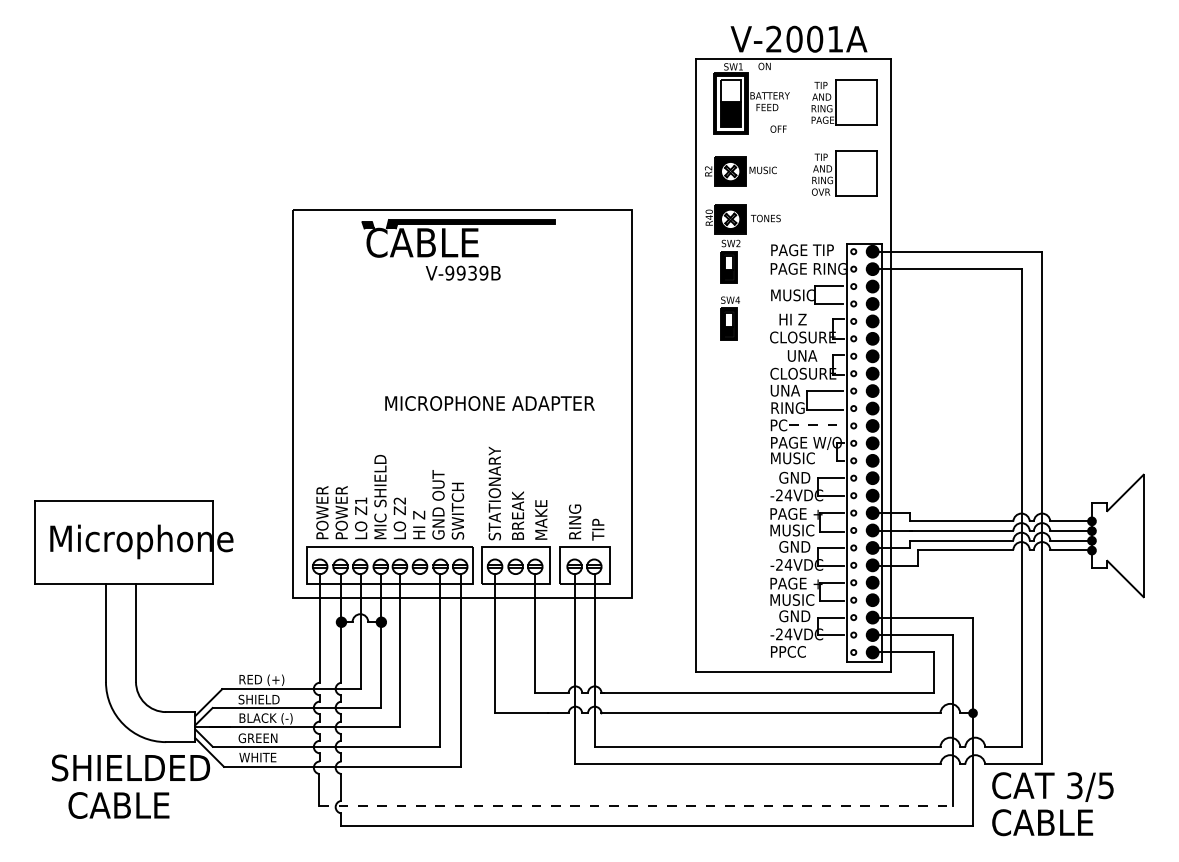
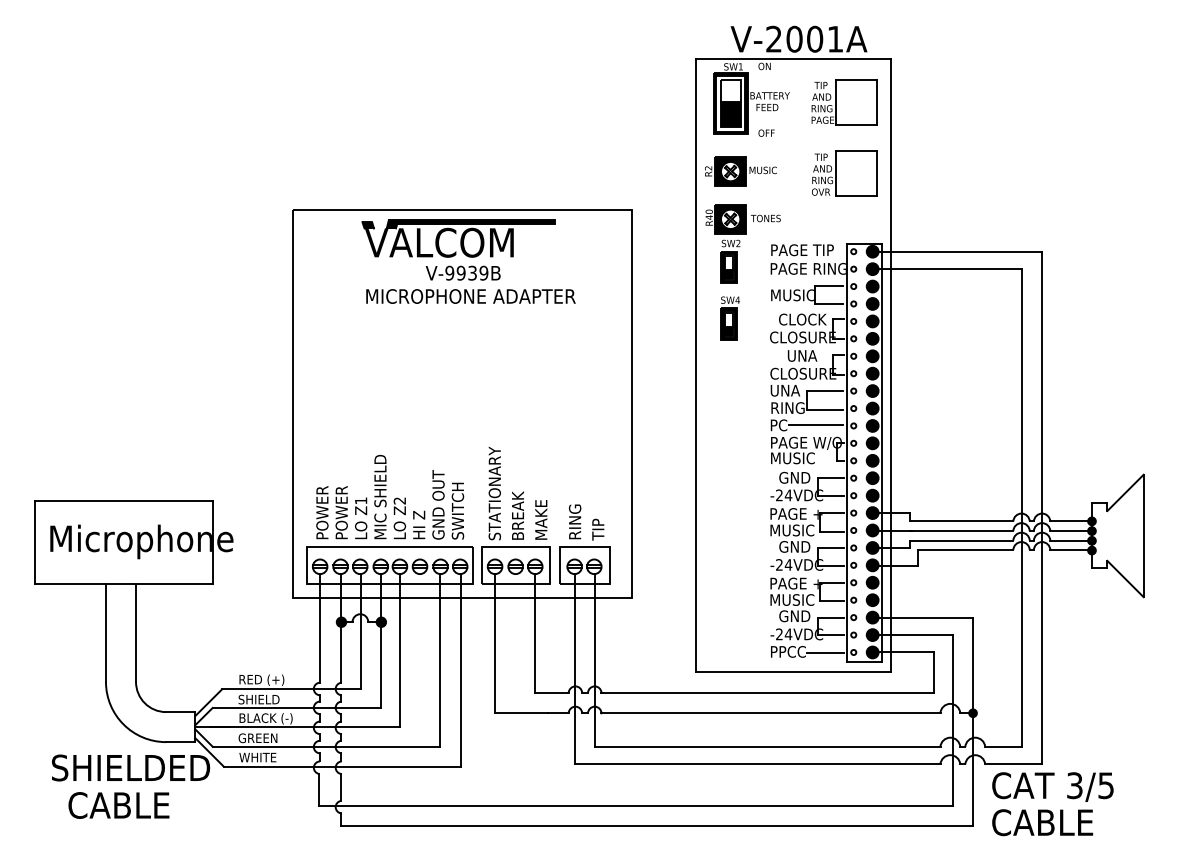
text at (778, 128) position: (778, 128) -> (766, 132)
text at (439, 242): CABLE -> VALCOM
text at (802, 319): HI Z -> CLOCK
text at (489, 403) position: (489, 403) -> (470, 296)
line at (816, 425): dashed -> solid
line at (825, 652): none -> present
line at (636, 805): dashed -> solid
